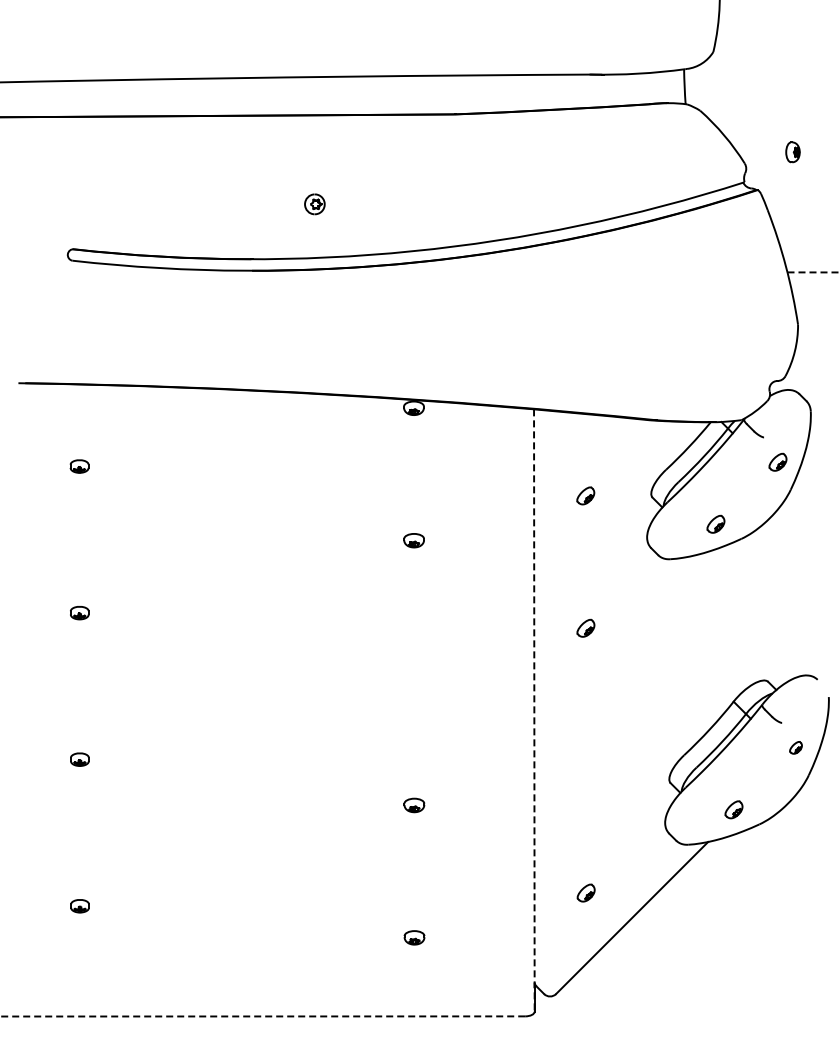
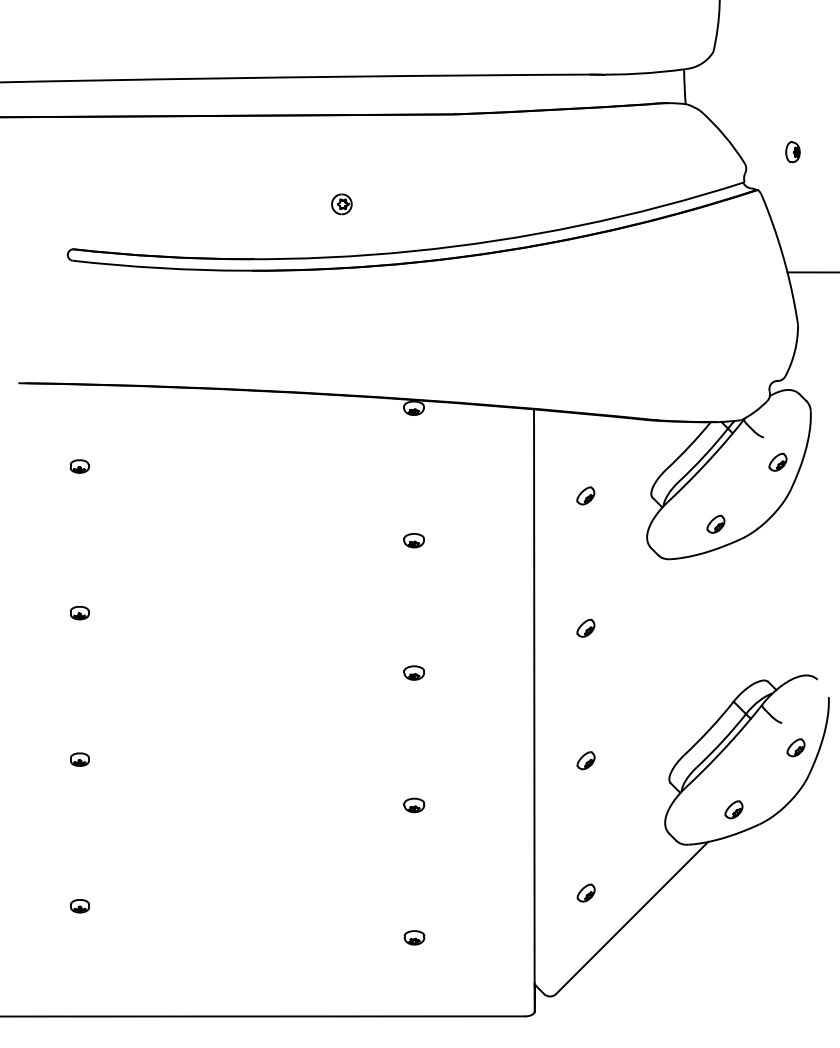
part at (314, 204) position: (314, 204) -> (341, 204)
line at (813, 272): dashed -> solid
part at (413, 672): none -> present
line at (534, 711): dashed -> solid
part at (795, 747) size: 14x14 px -> 20x20 px
part at (585, 760): none -> present
line at (262, 1016): dashed -> solid
